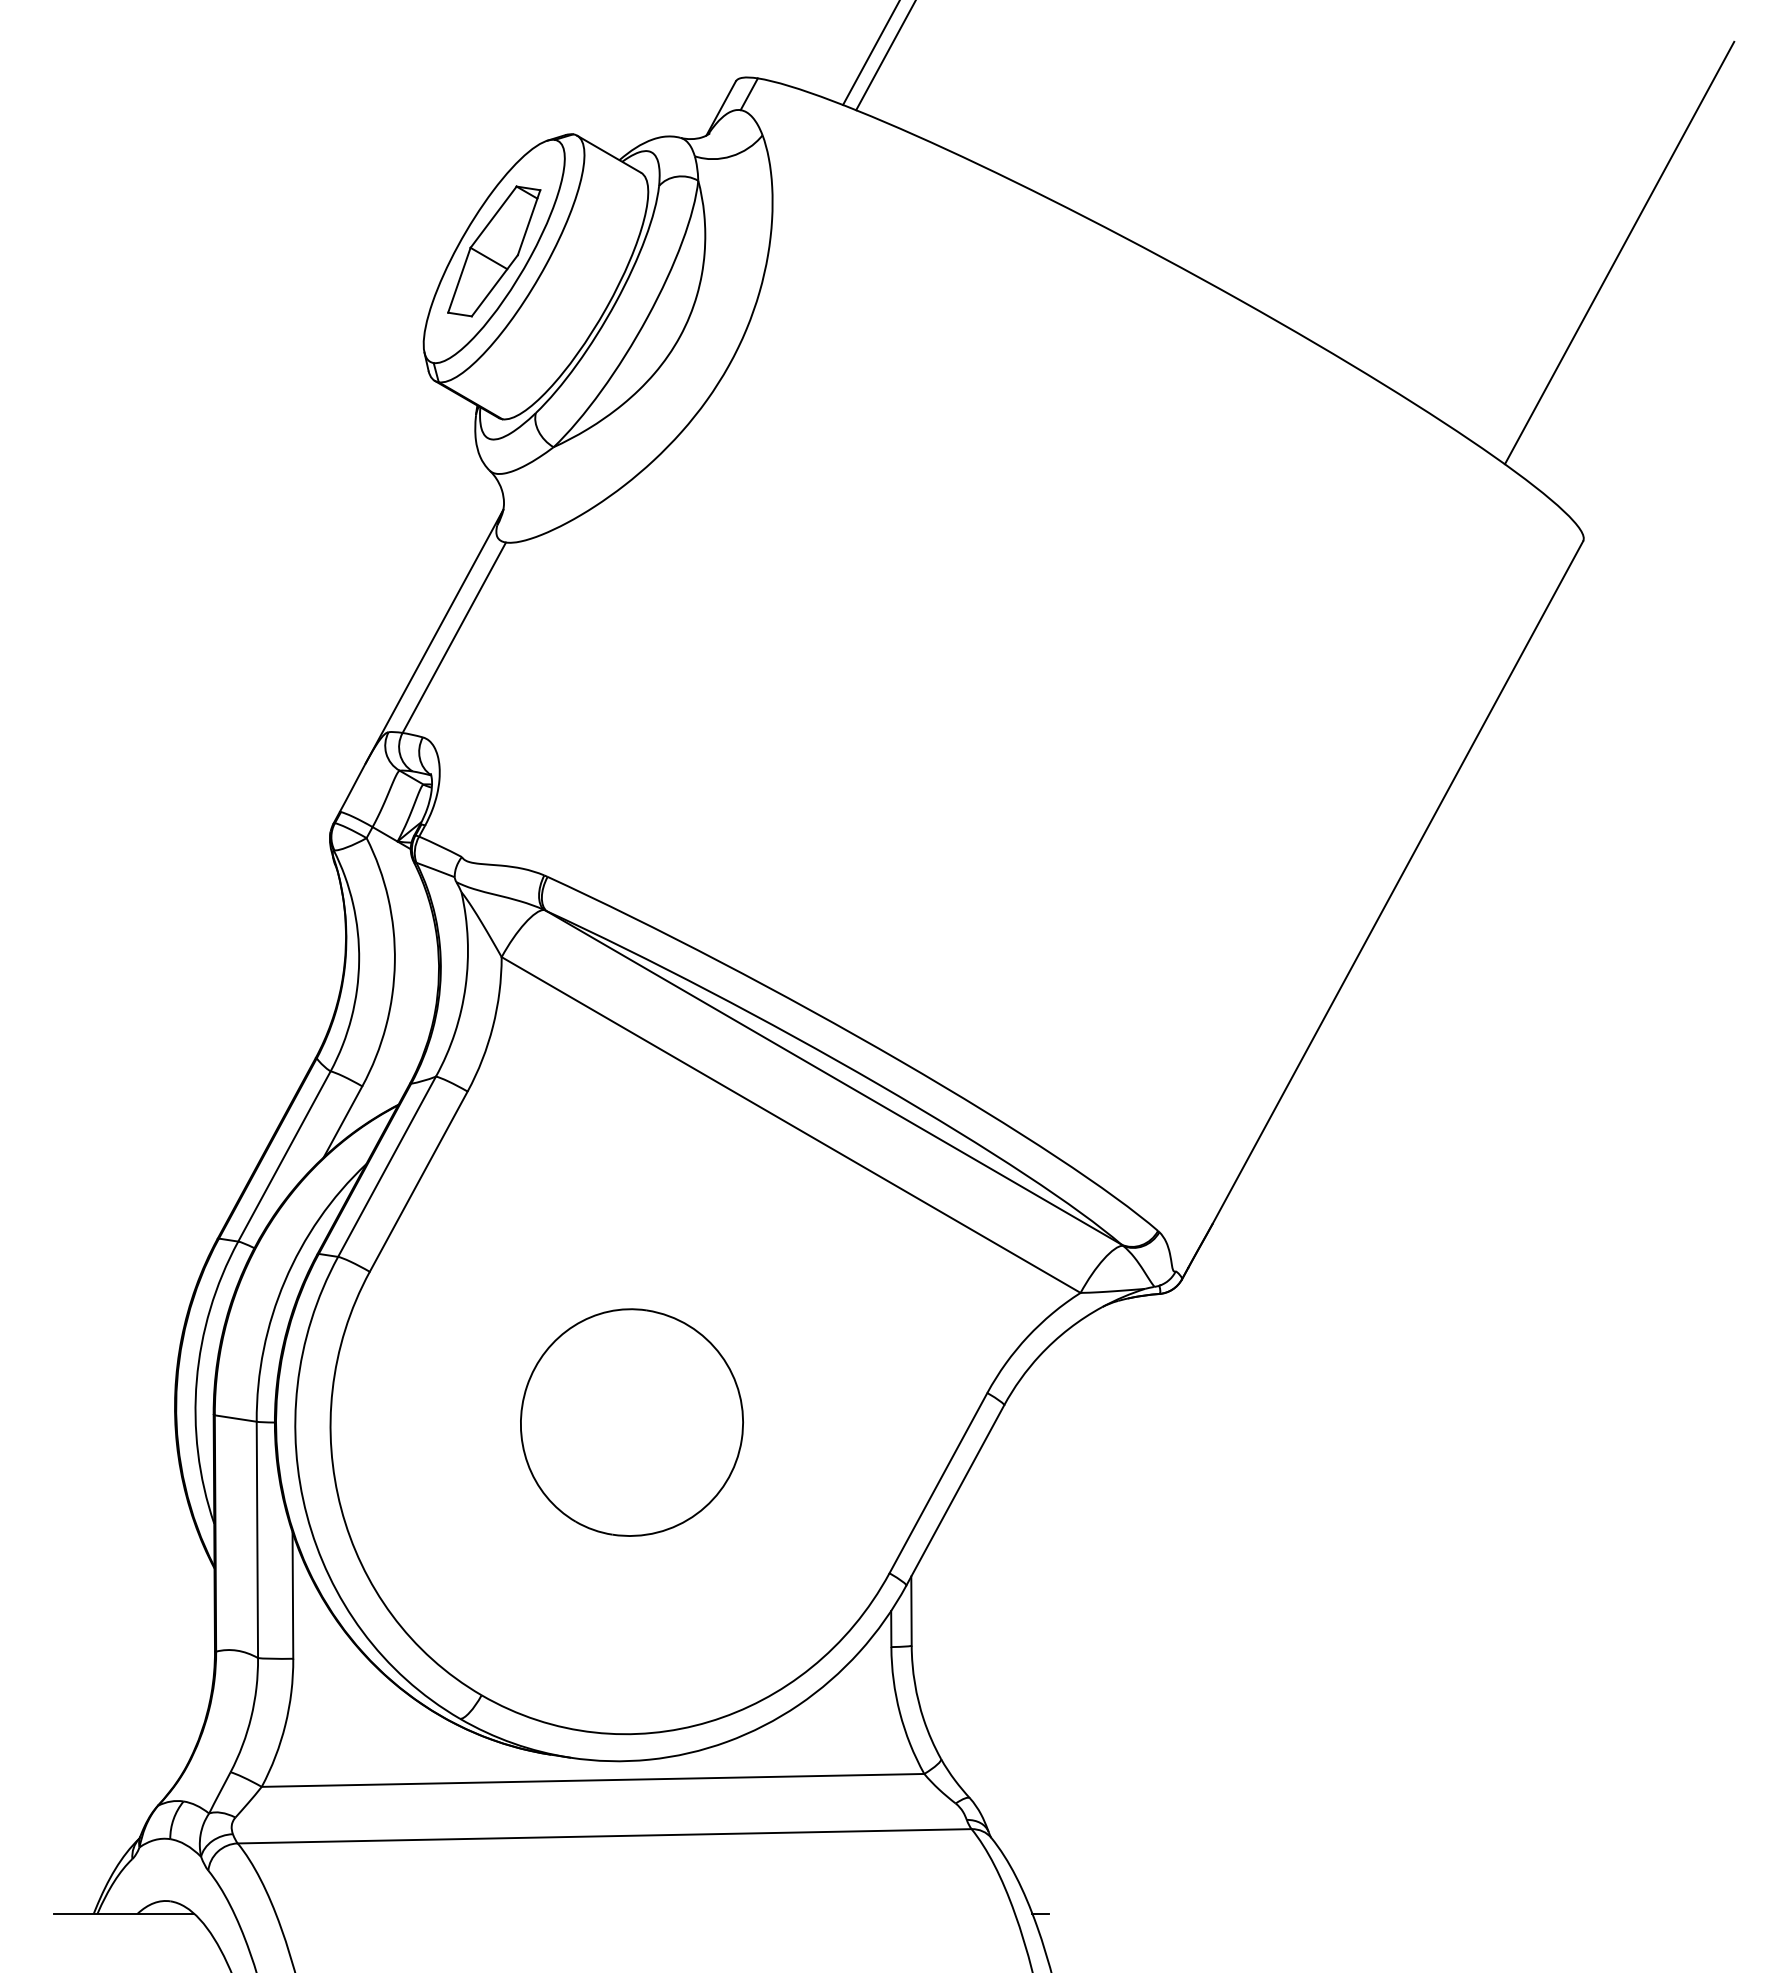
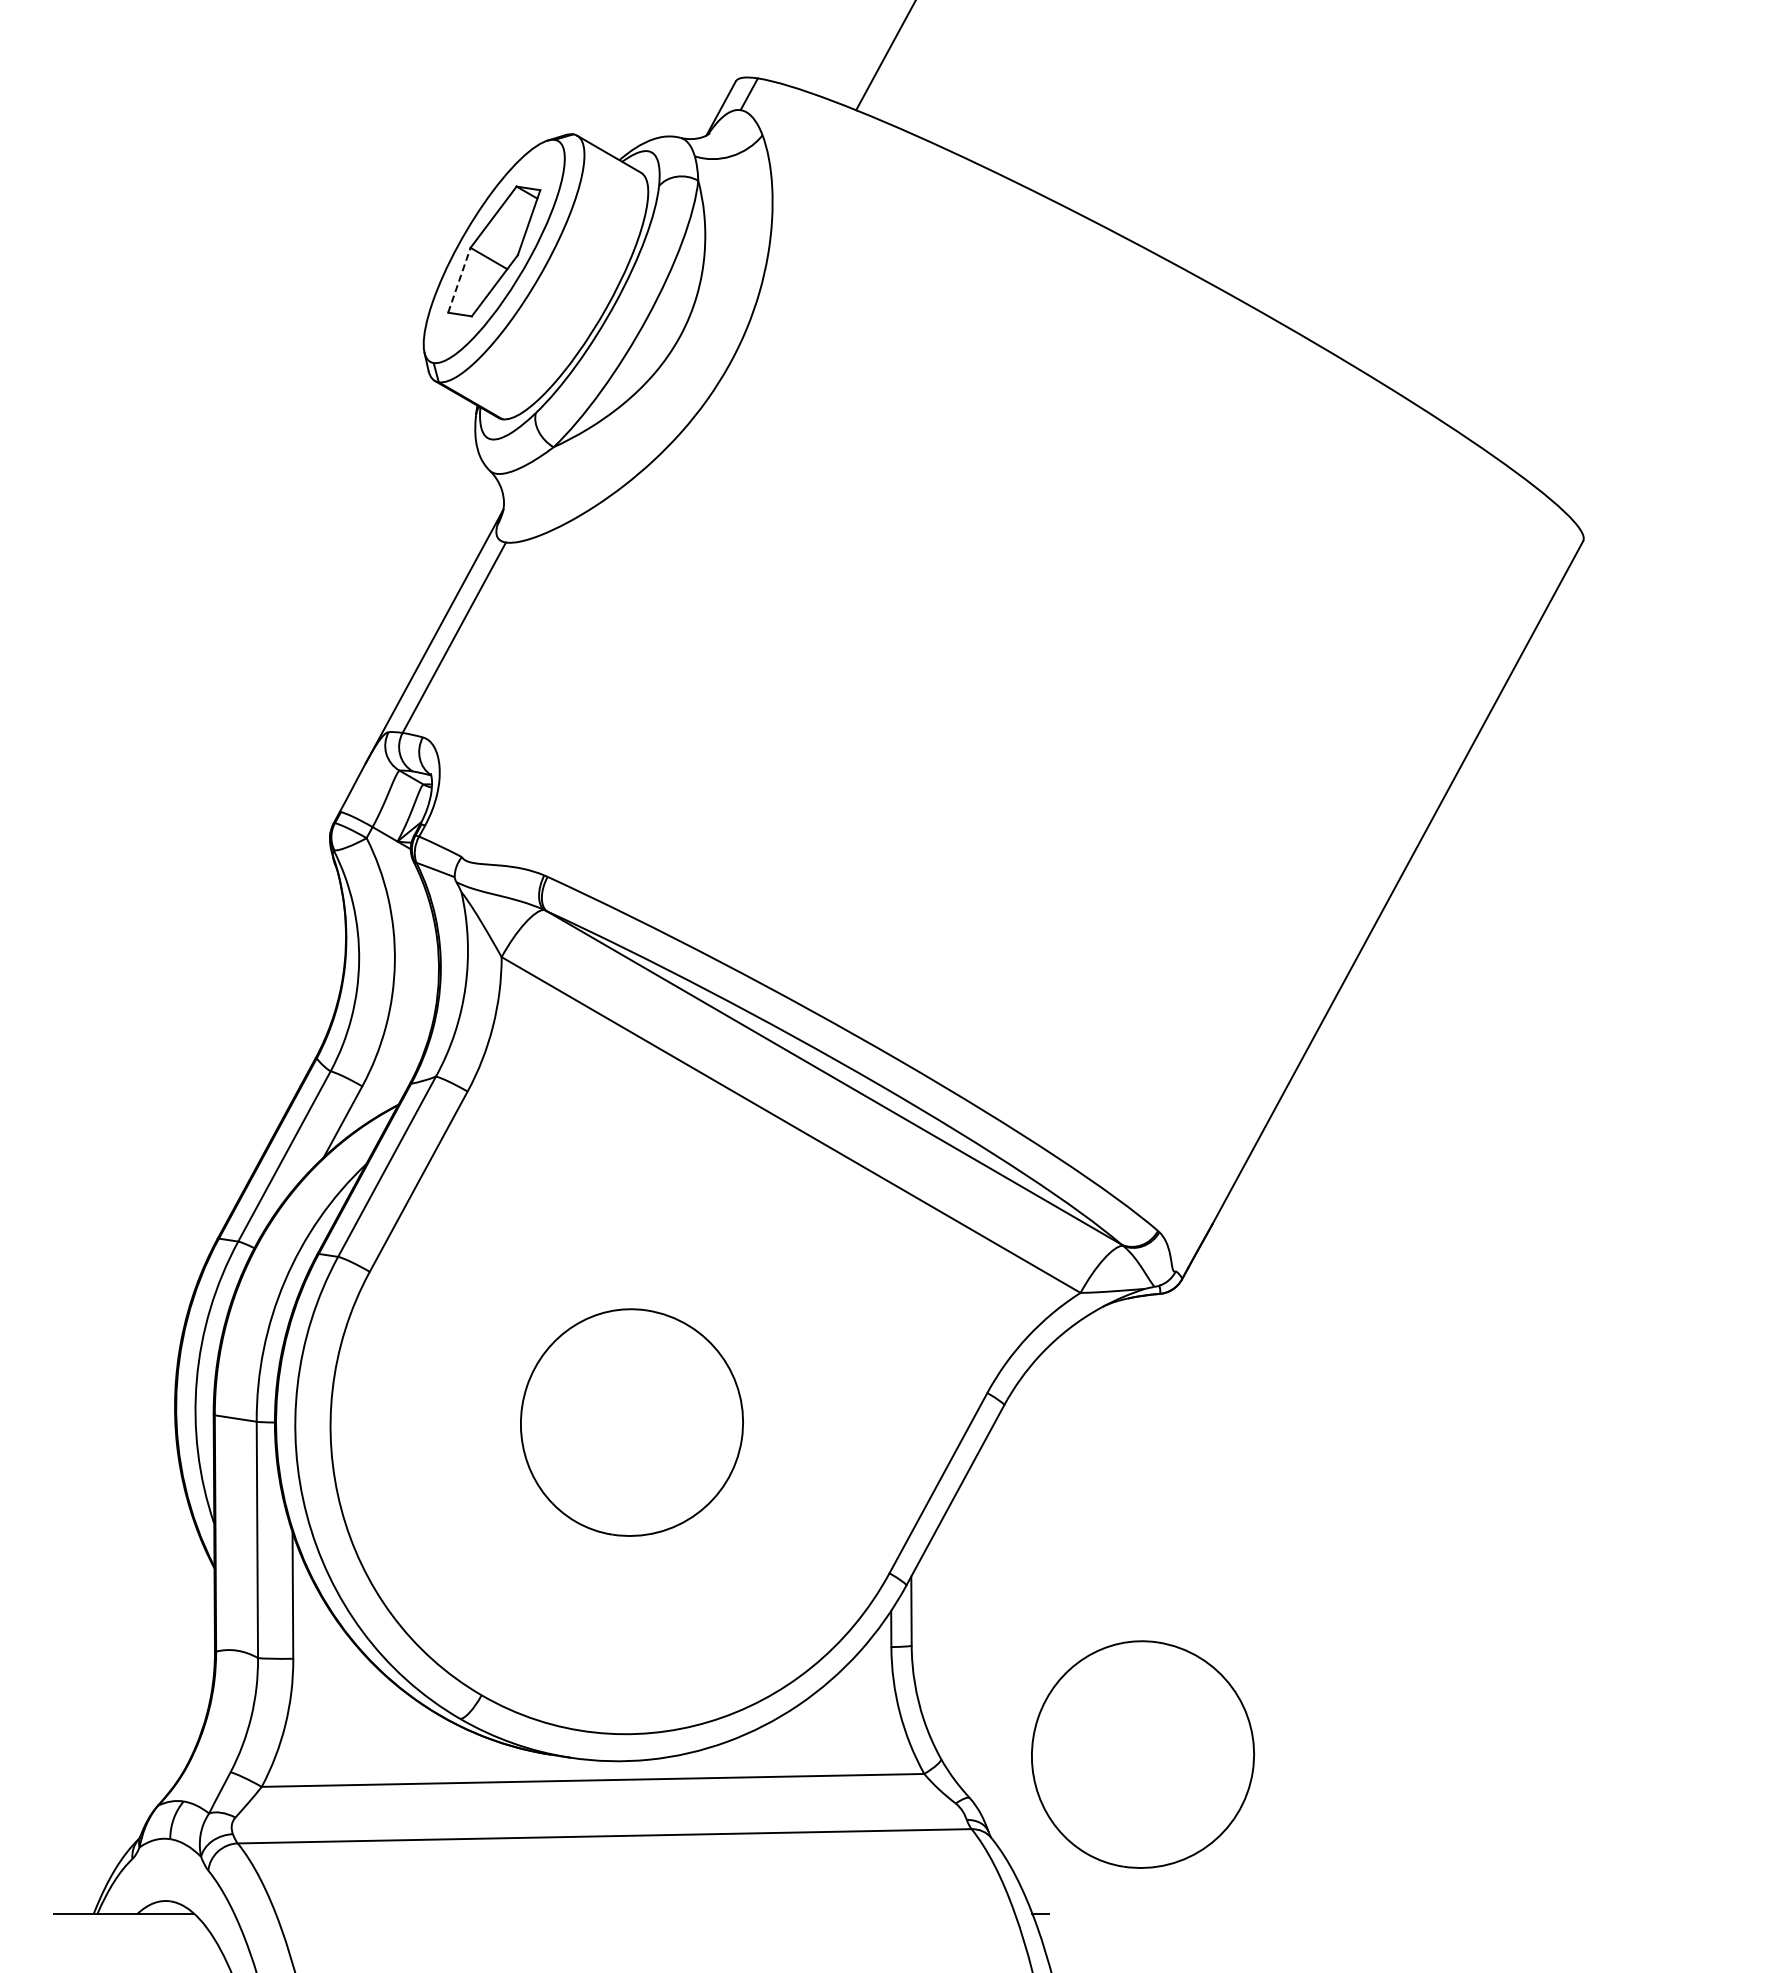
line at (870, 53): present -> none
line at (1619, 252): present -> none
line at (459, 279): solid -> dashed
part at (1142, 1754): none -> present
